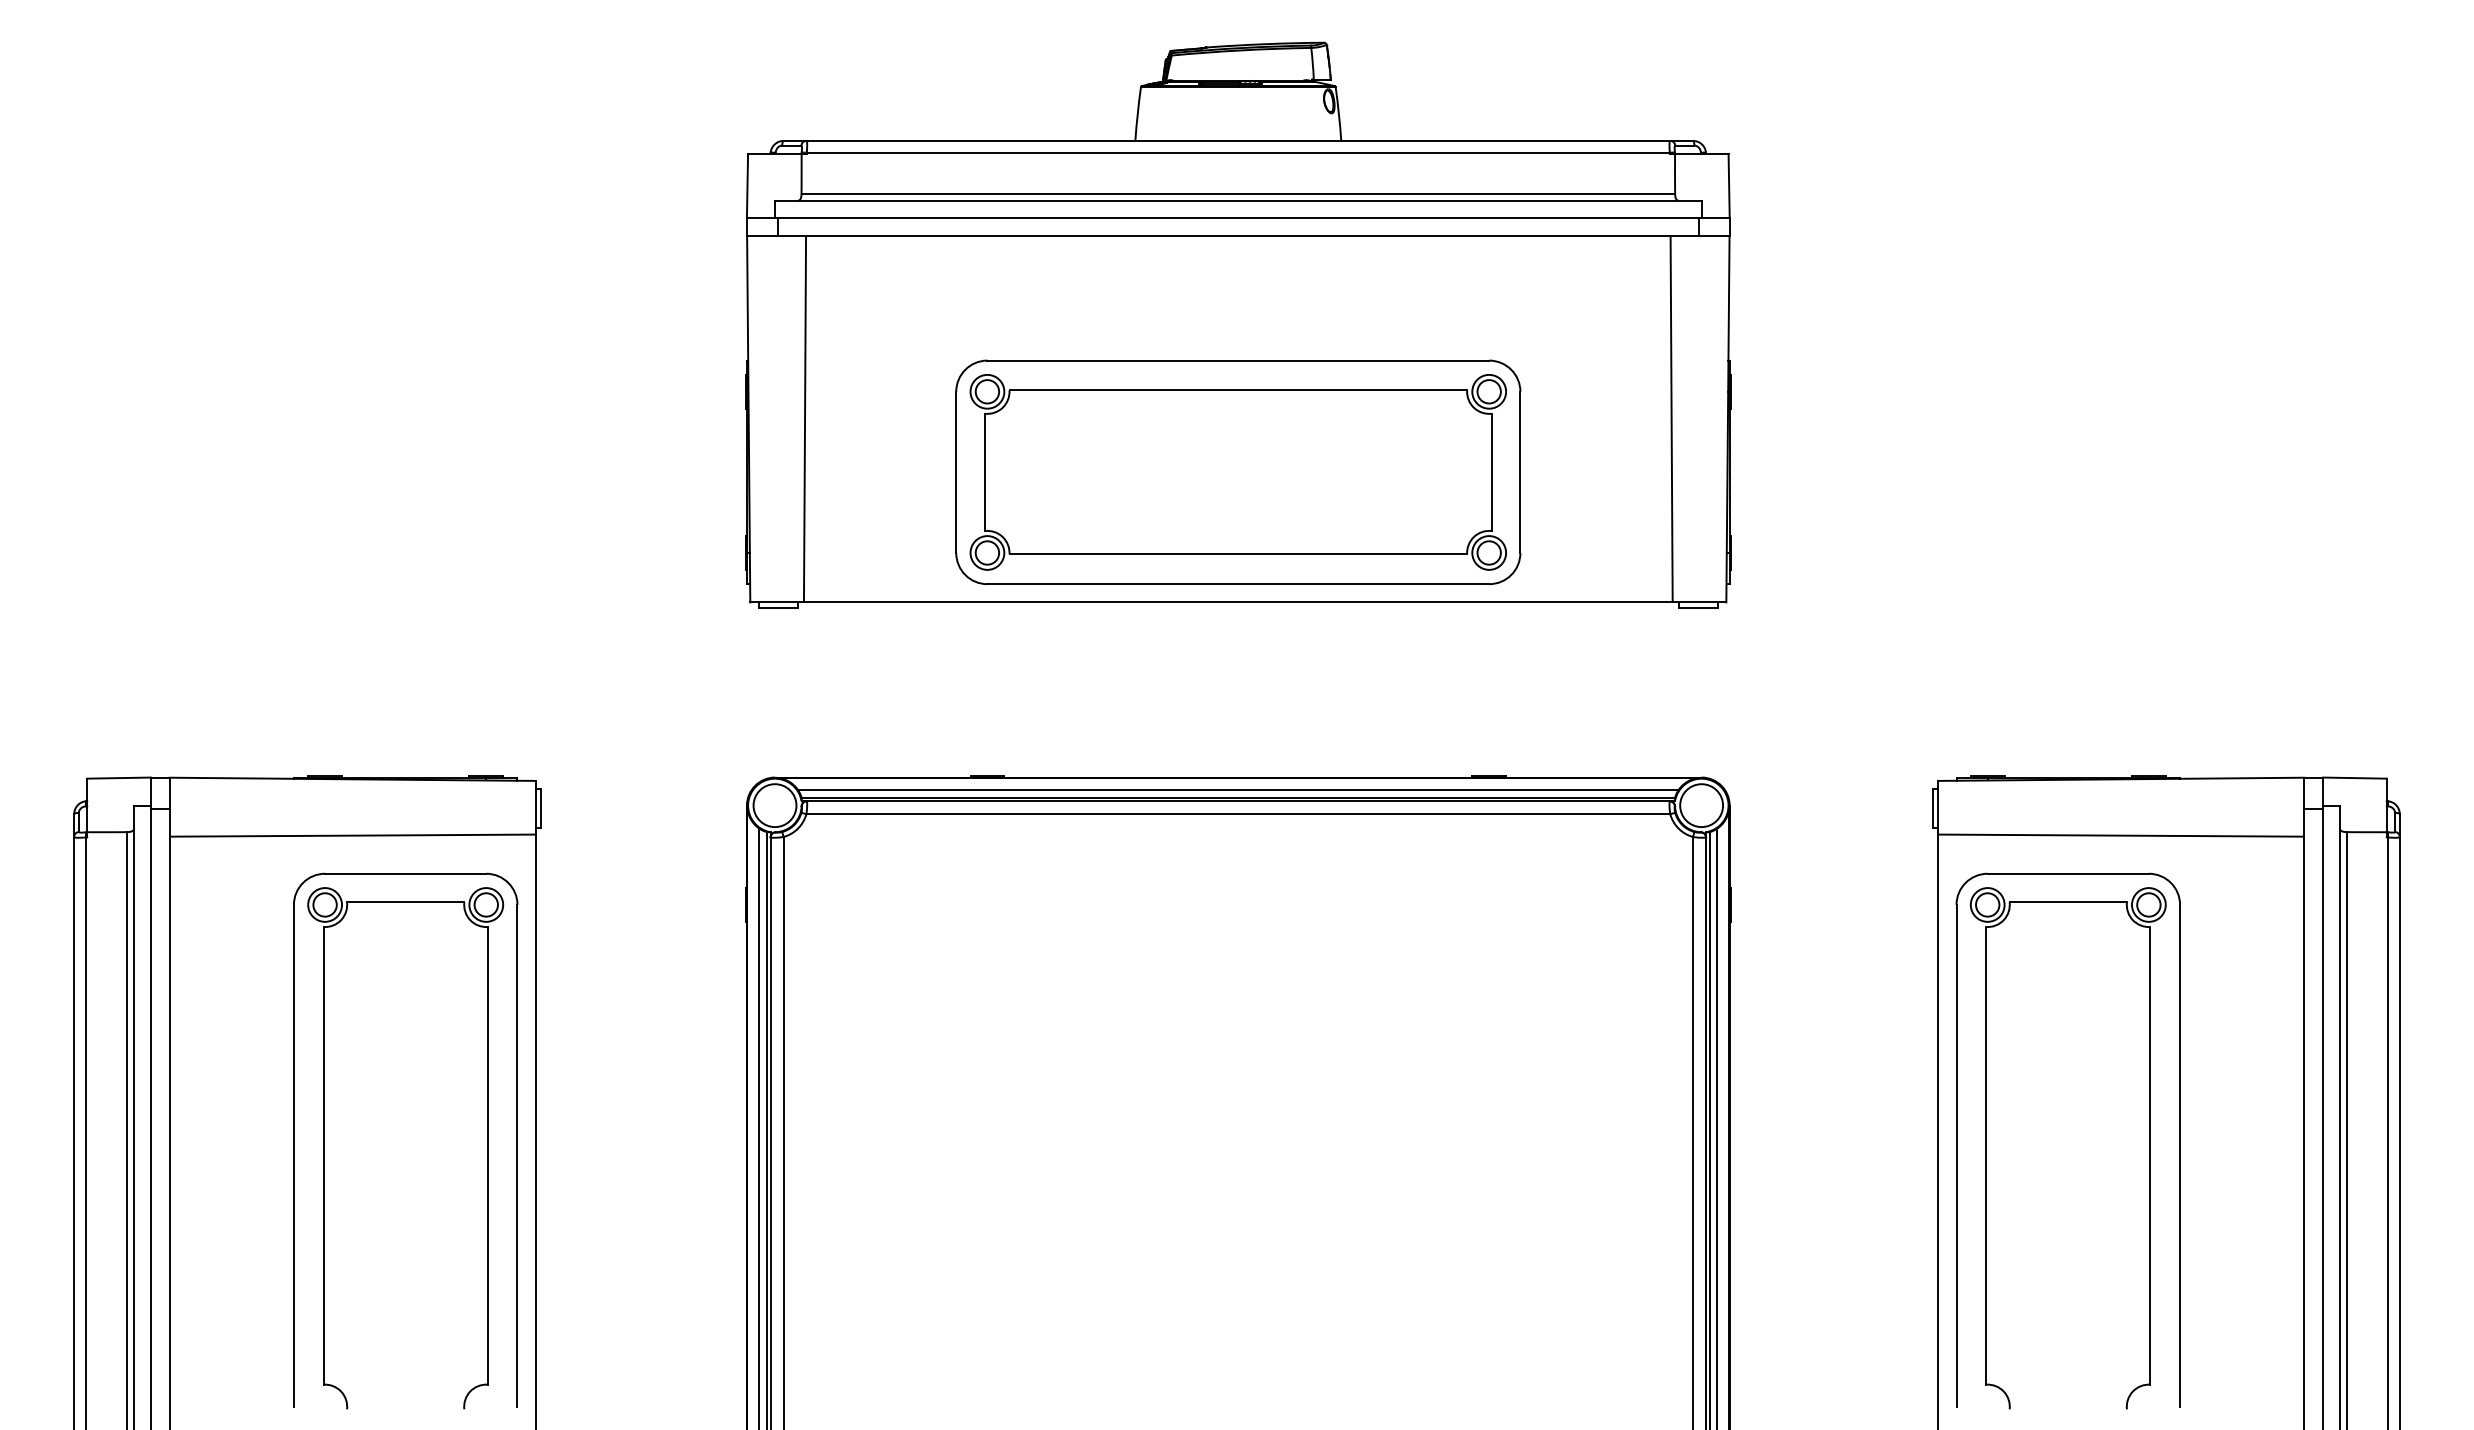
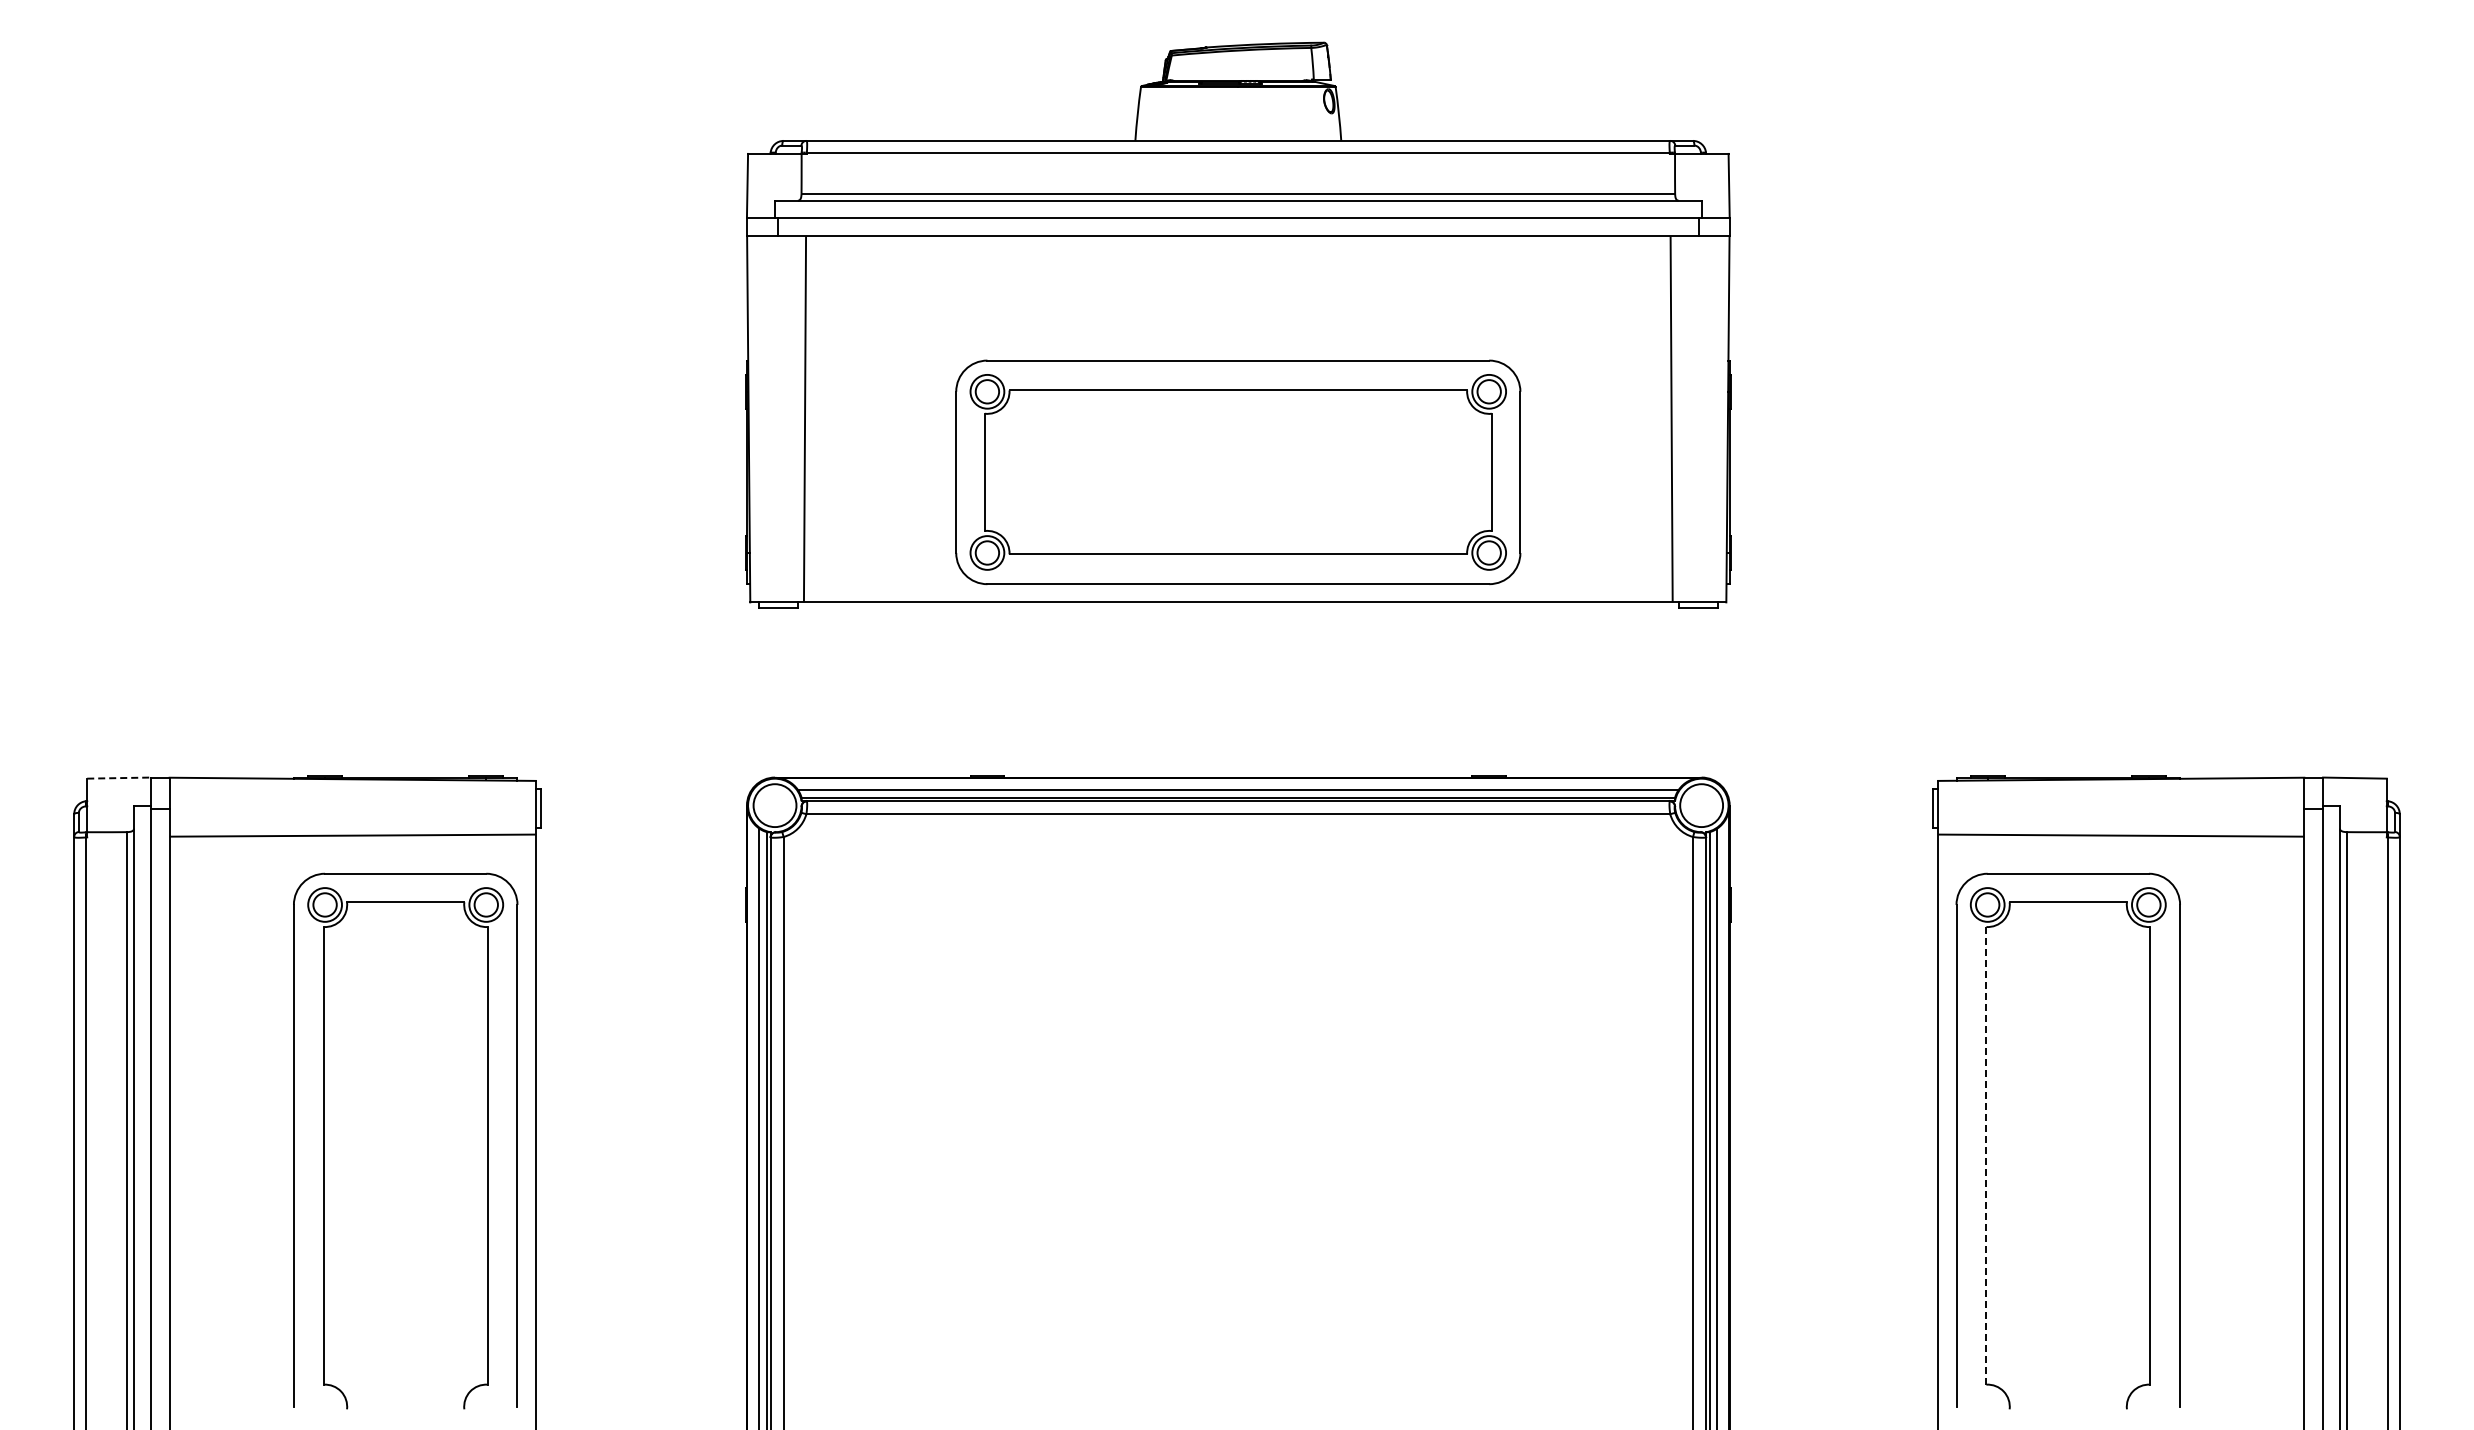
line at (119, 778): solid -> dashed
line at (1986, 1155): solid -> dashed
